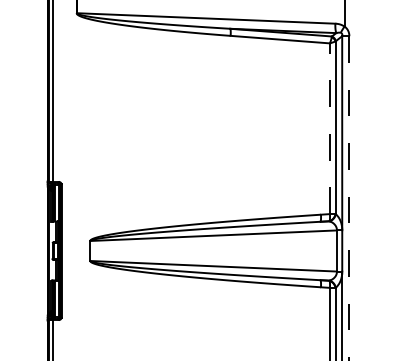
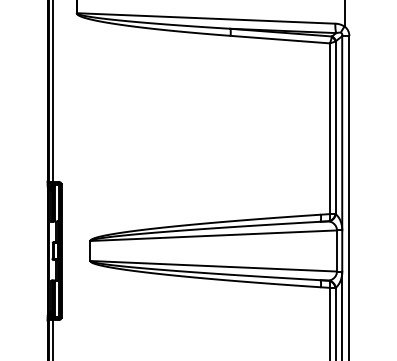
line at (329, 128): dashed -> solid
line at (349, 199): dashed -> solid
